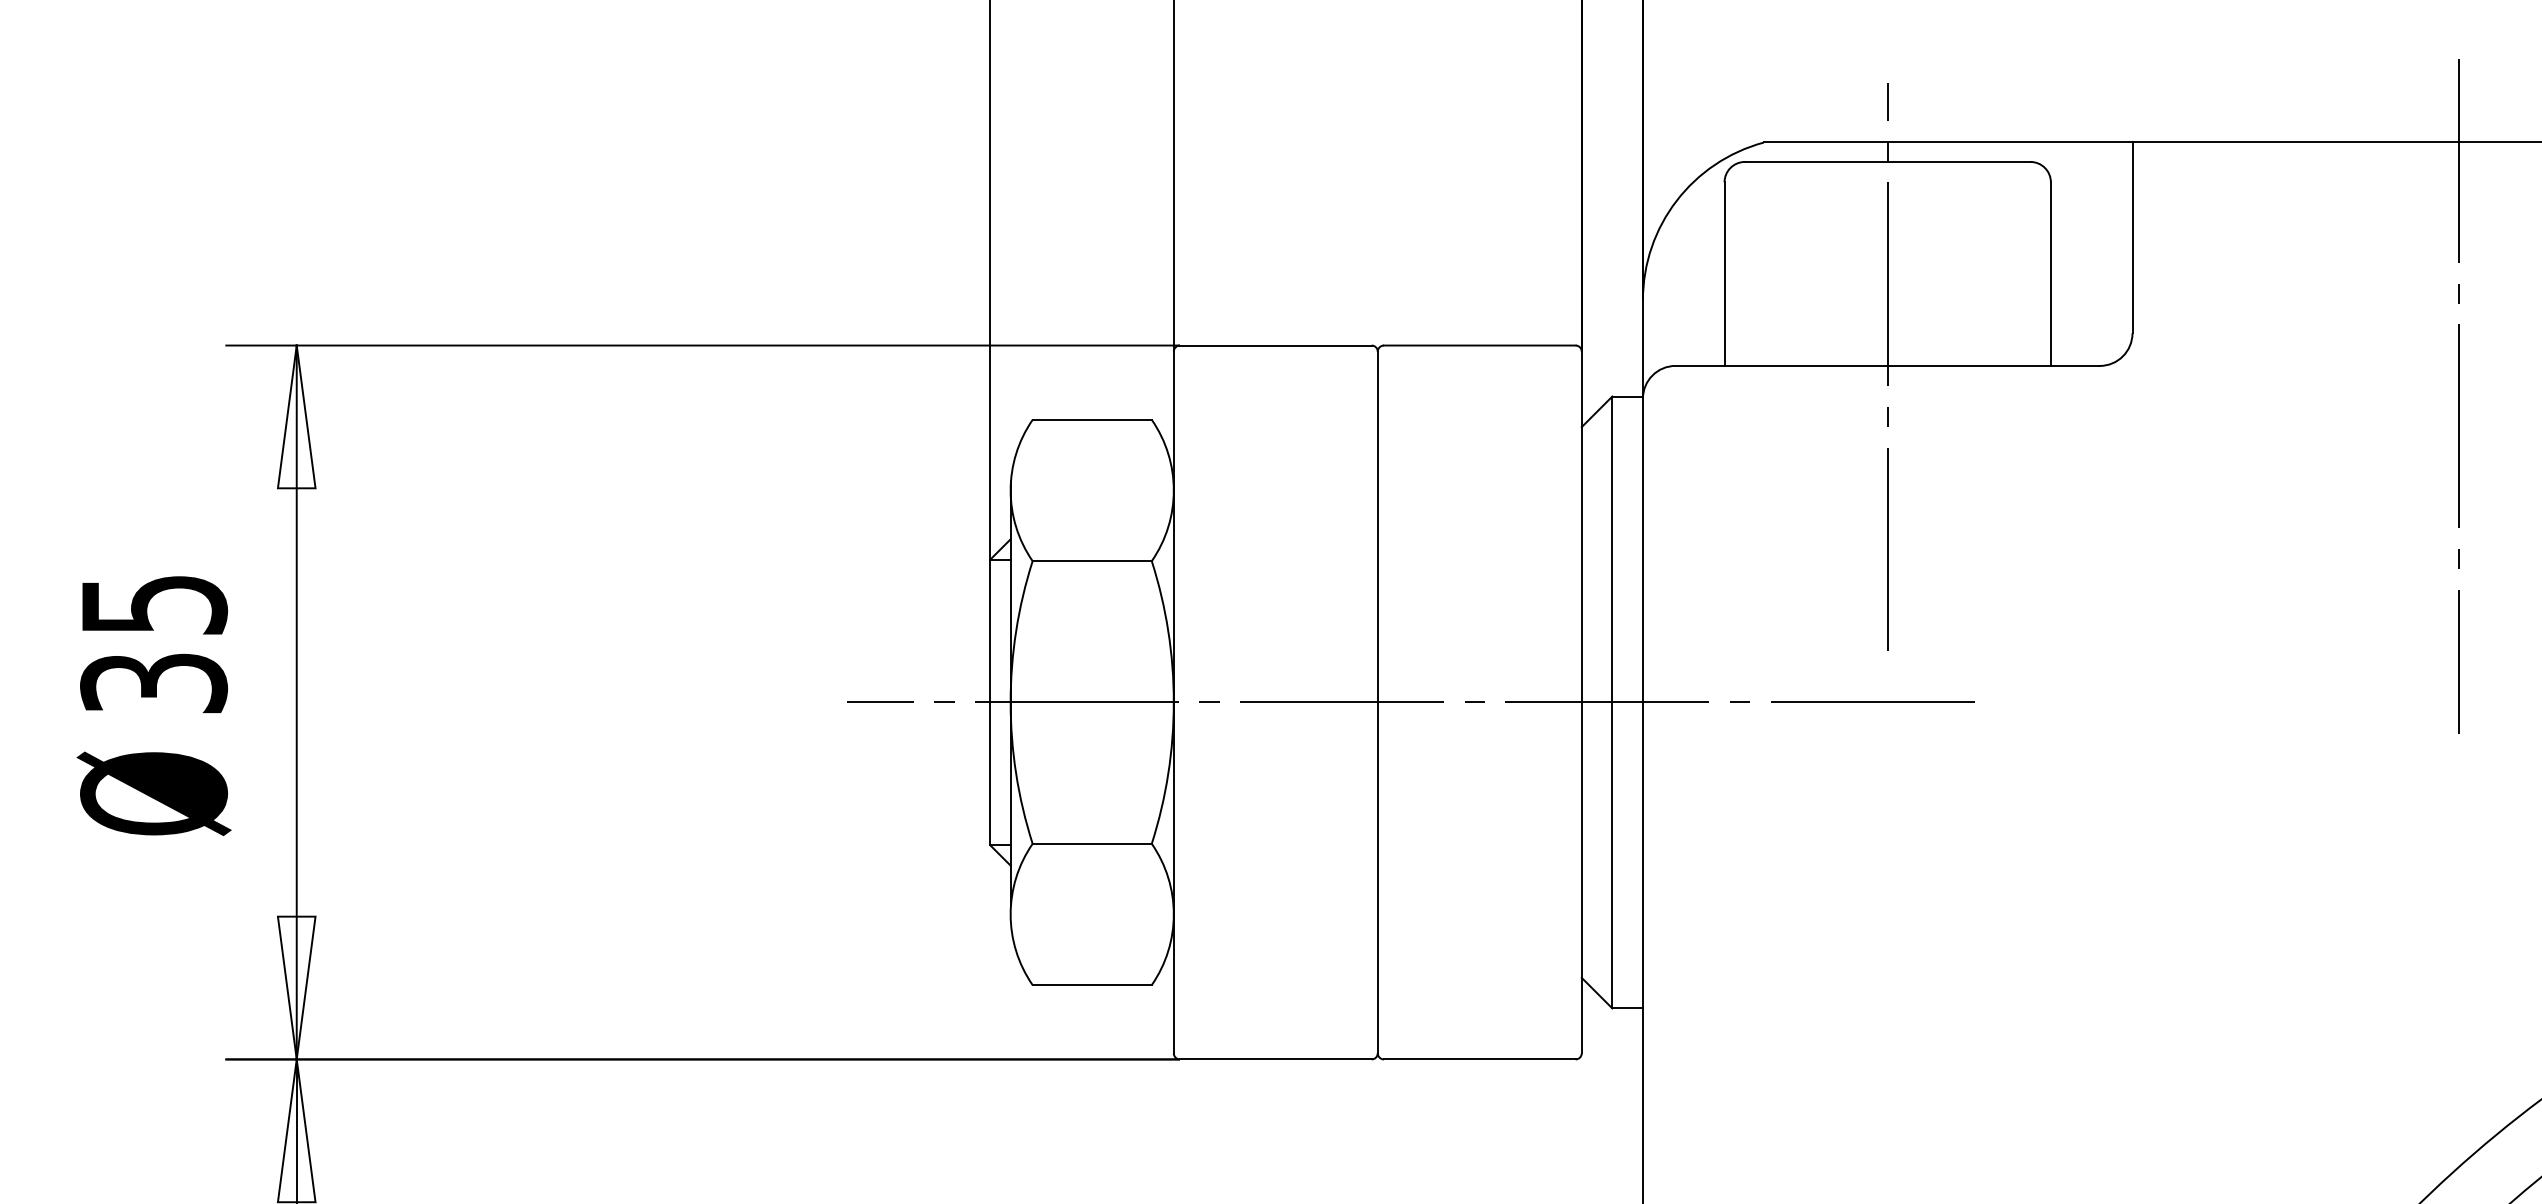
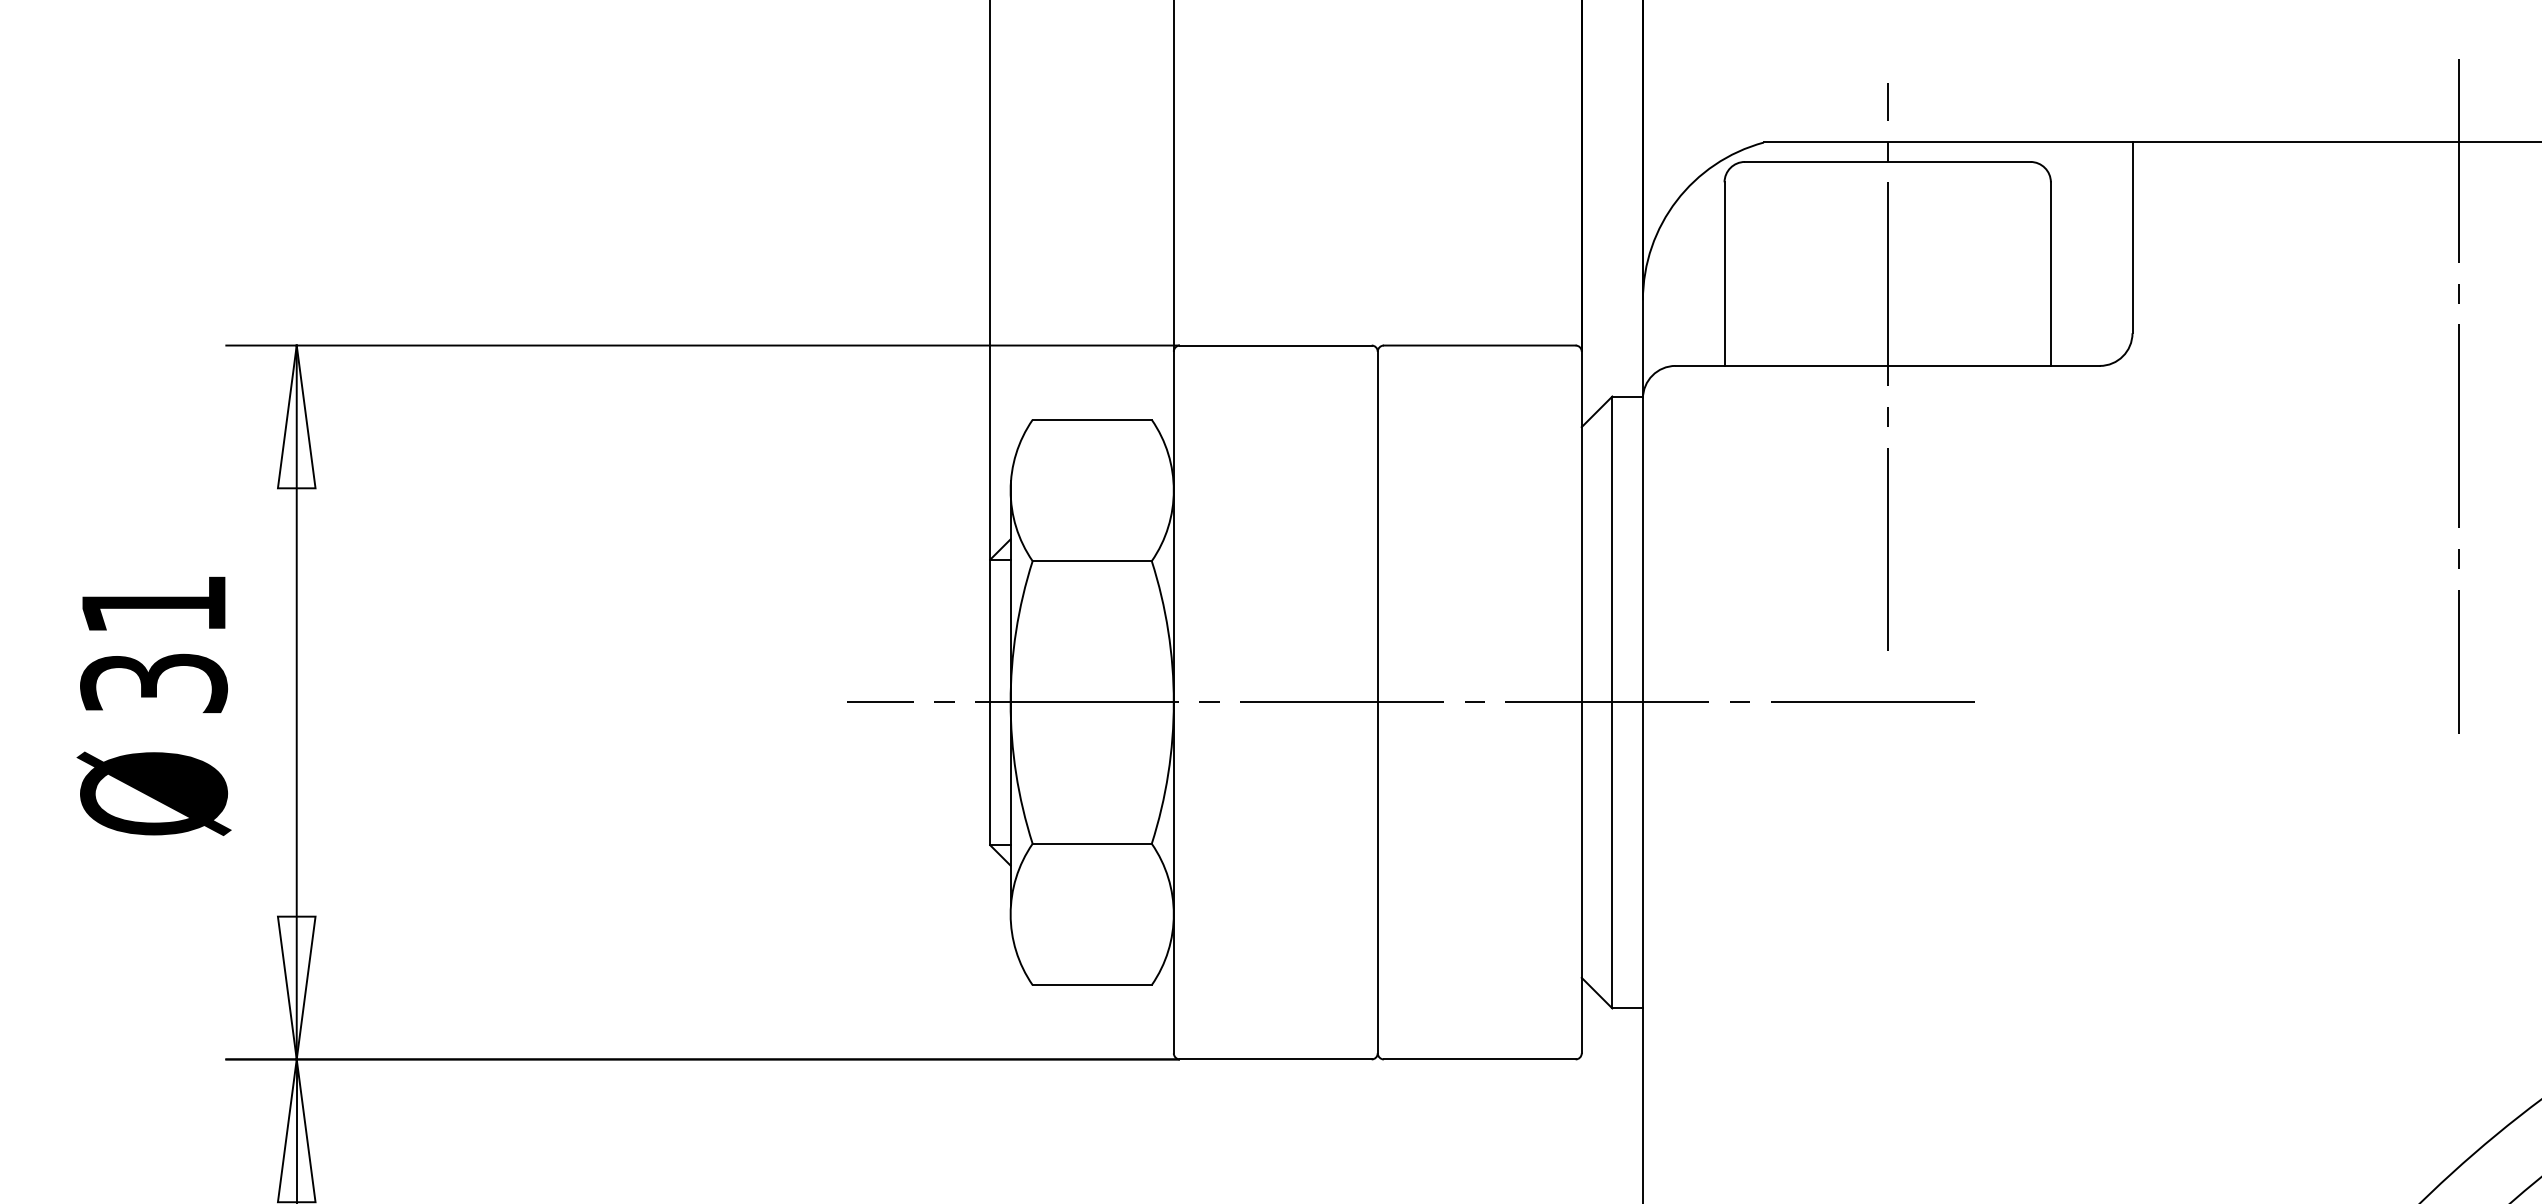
text at (155, 605): 35 -> 31
